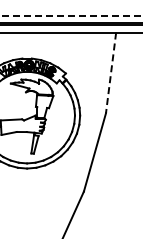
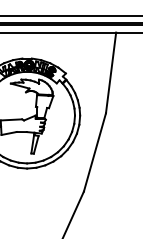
line at (71, 16): dashed -> solid
line at (111, 72): dashed -> solid
